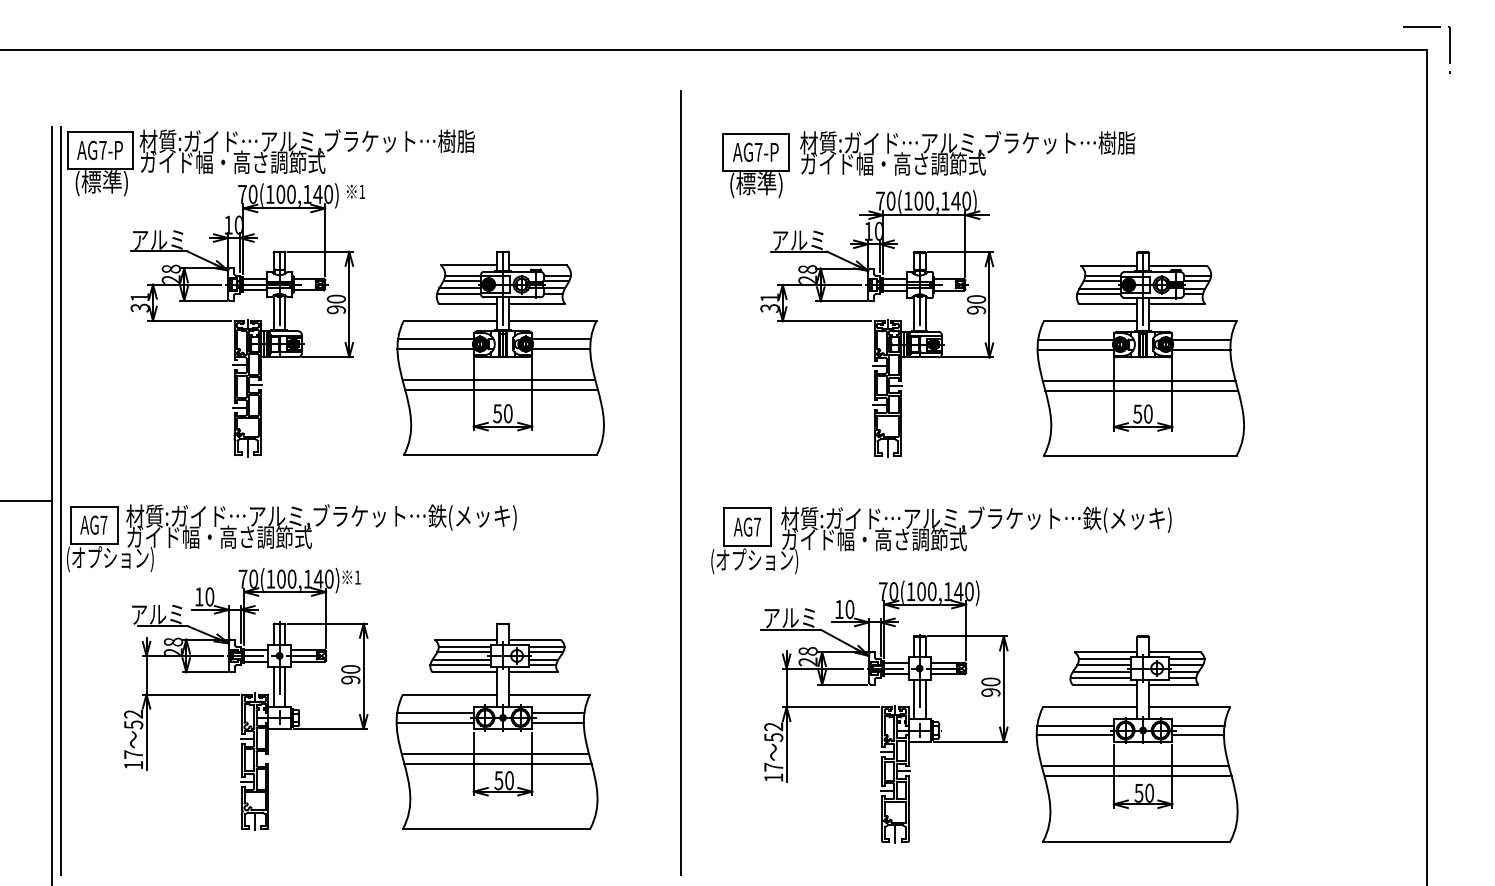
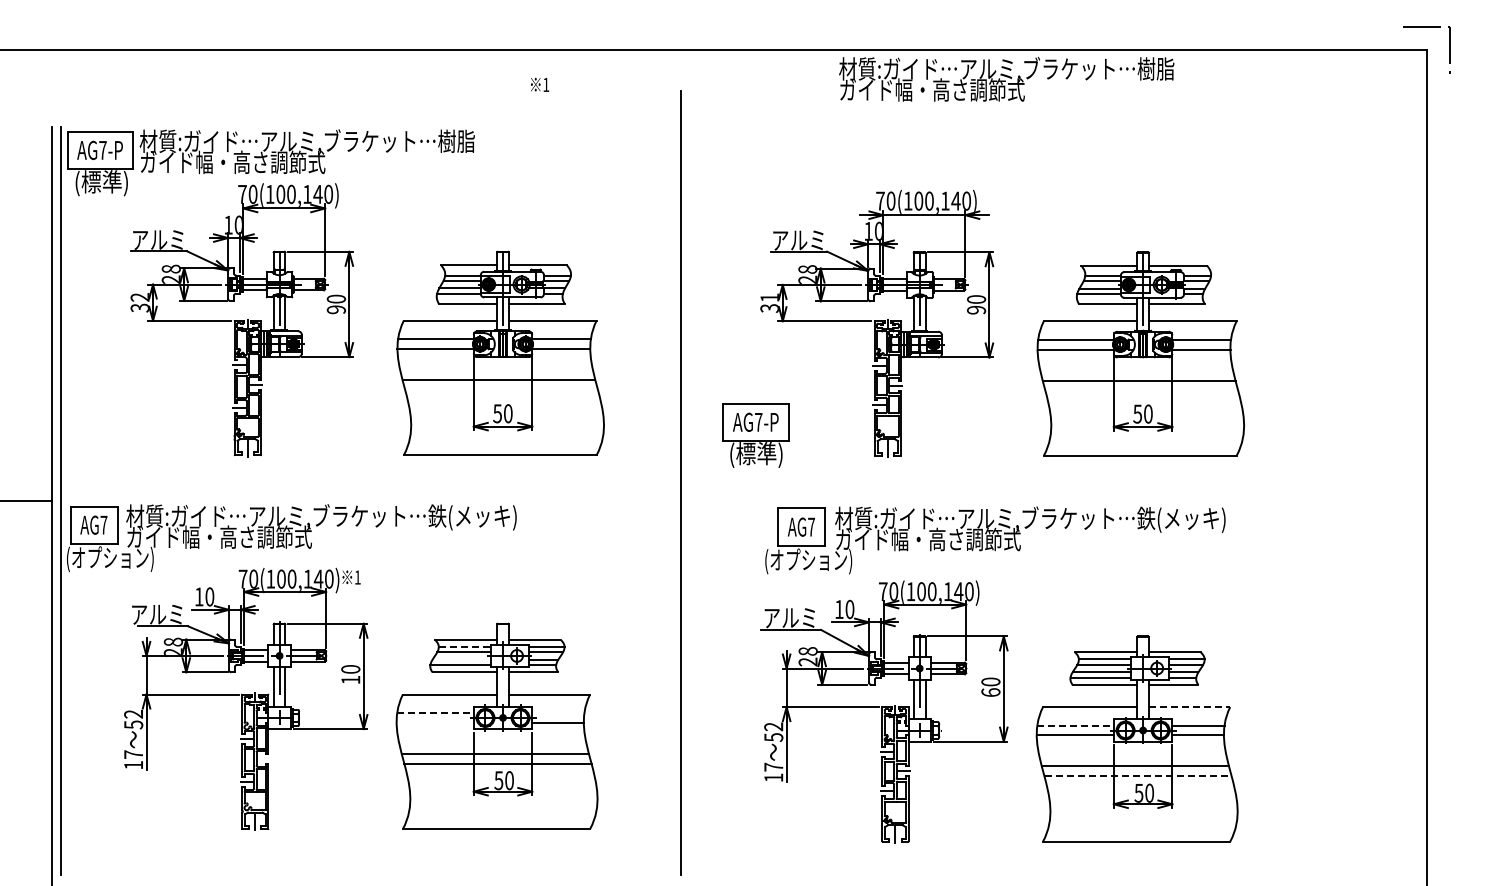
text at (967, 153) position: (967, 153) -> (1006, 79)
part at (755, 165) position: (755, 165) -> (755, 435)
text at (356, 191) position: (356, 191) -> (540, 84)
text at (139, 297): 31 -> 32
line at (501, 390): present -> none
line at (1141, 390): present -> none
part at (941, 540) position: (941, 540) -> (995, 540)
line at (465, 646): solid -> dashed
line at (461, 659): present -> none
text at (350, 679): 90 -> 10
text at (990, 692): 90 -> 60
line at (1189, 707): solid -> dashed
line at (436, 712): solid -> dashed
line at (558, 712): present -> none
line at (434, 722): present -> none
line at (1076, 725): solid -> dashed
line at (1138, 776): solid -> dashed
